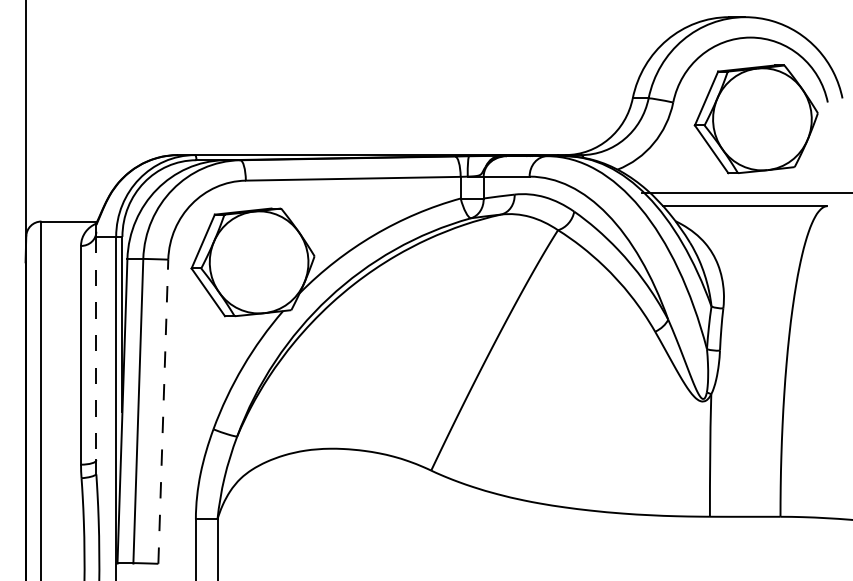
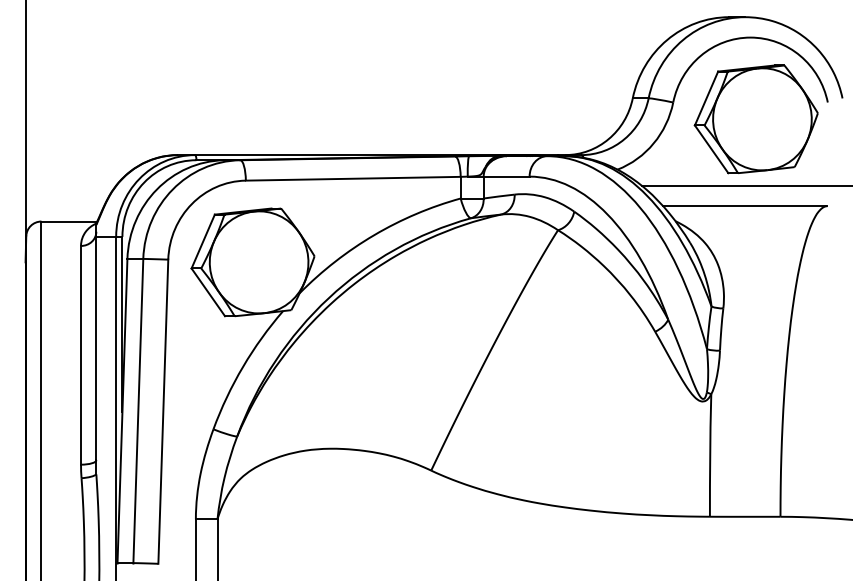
line at (745, 192) position: (745, 192) -> (745, 185)
line at (96, 348): dashed -> solid
line at (163, 411): dashed -> solid
